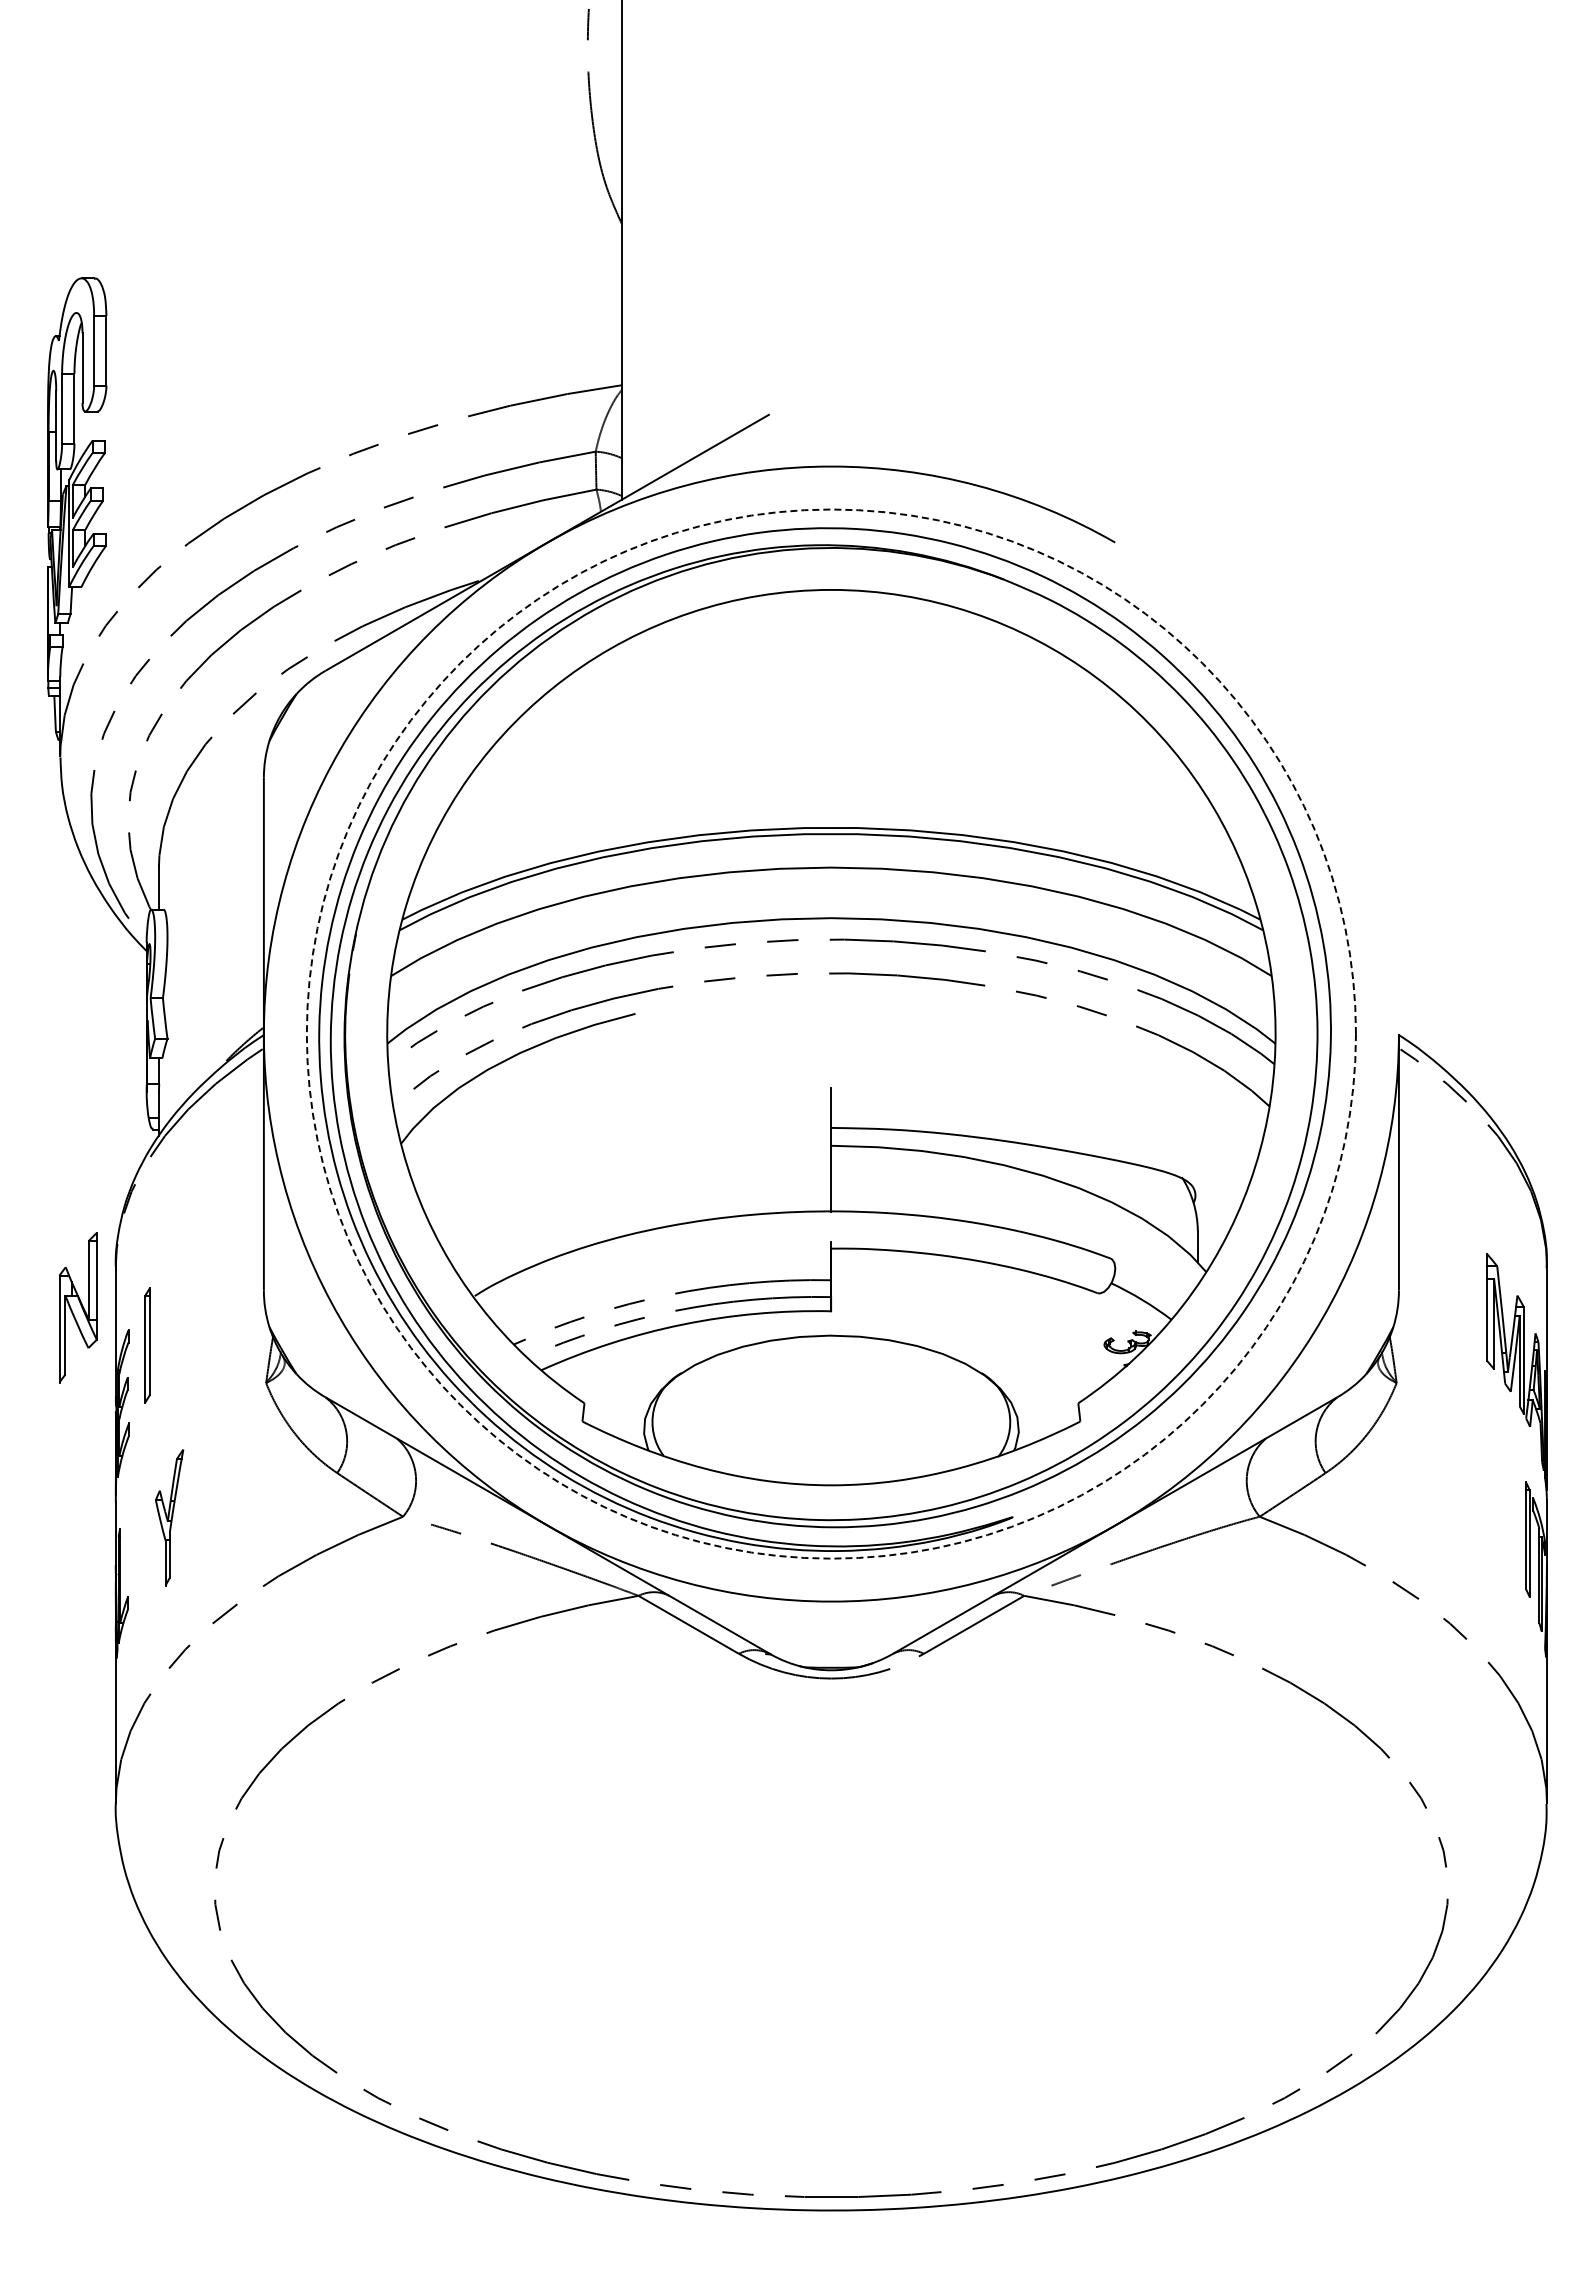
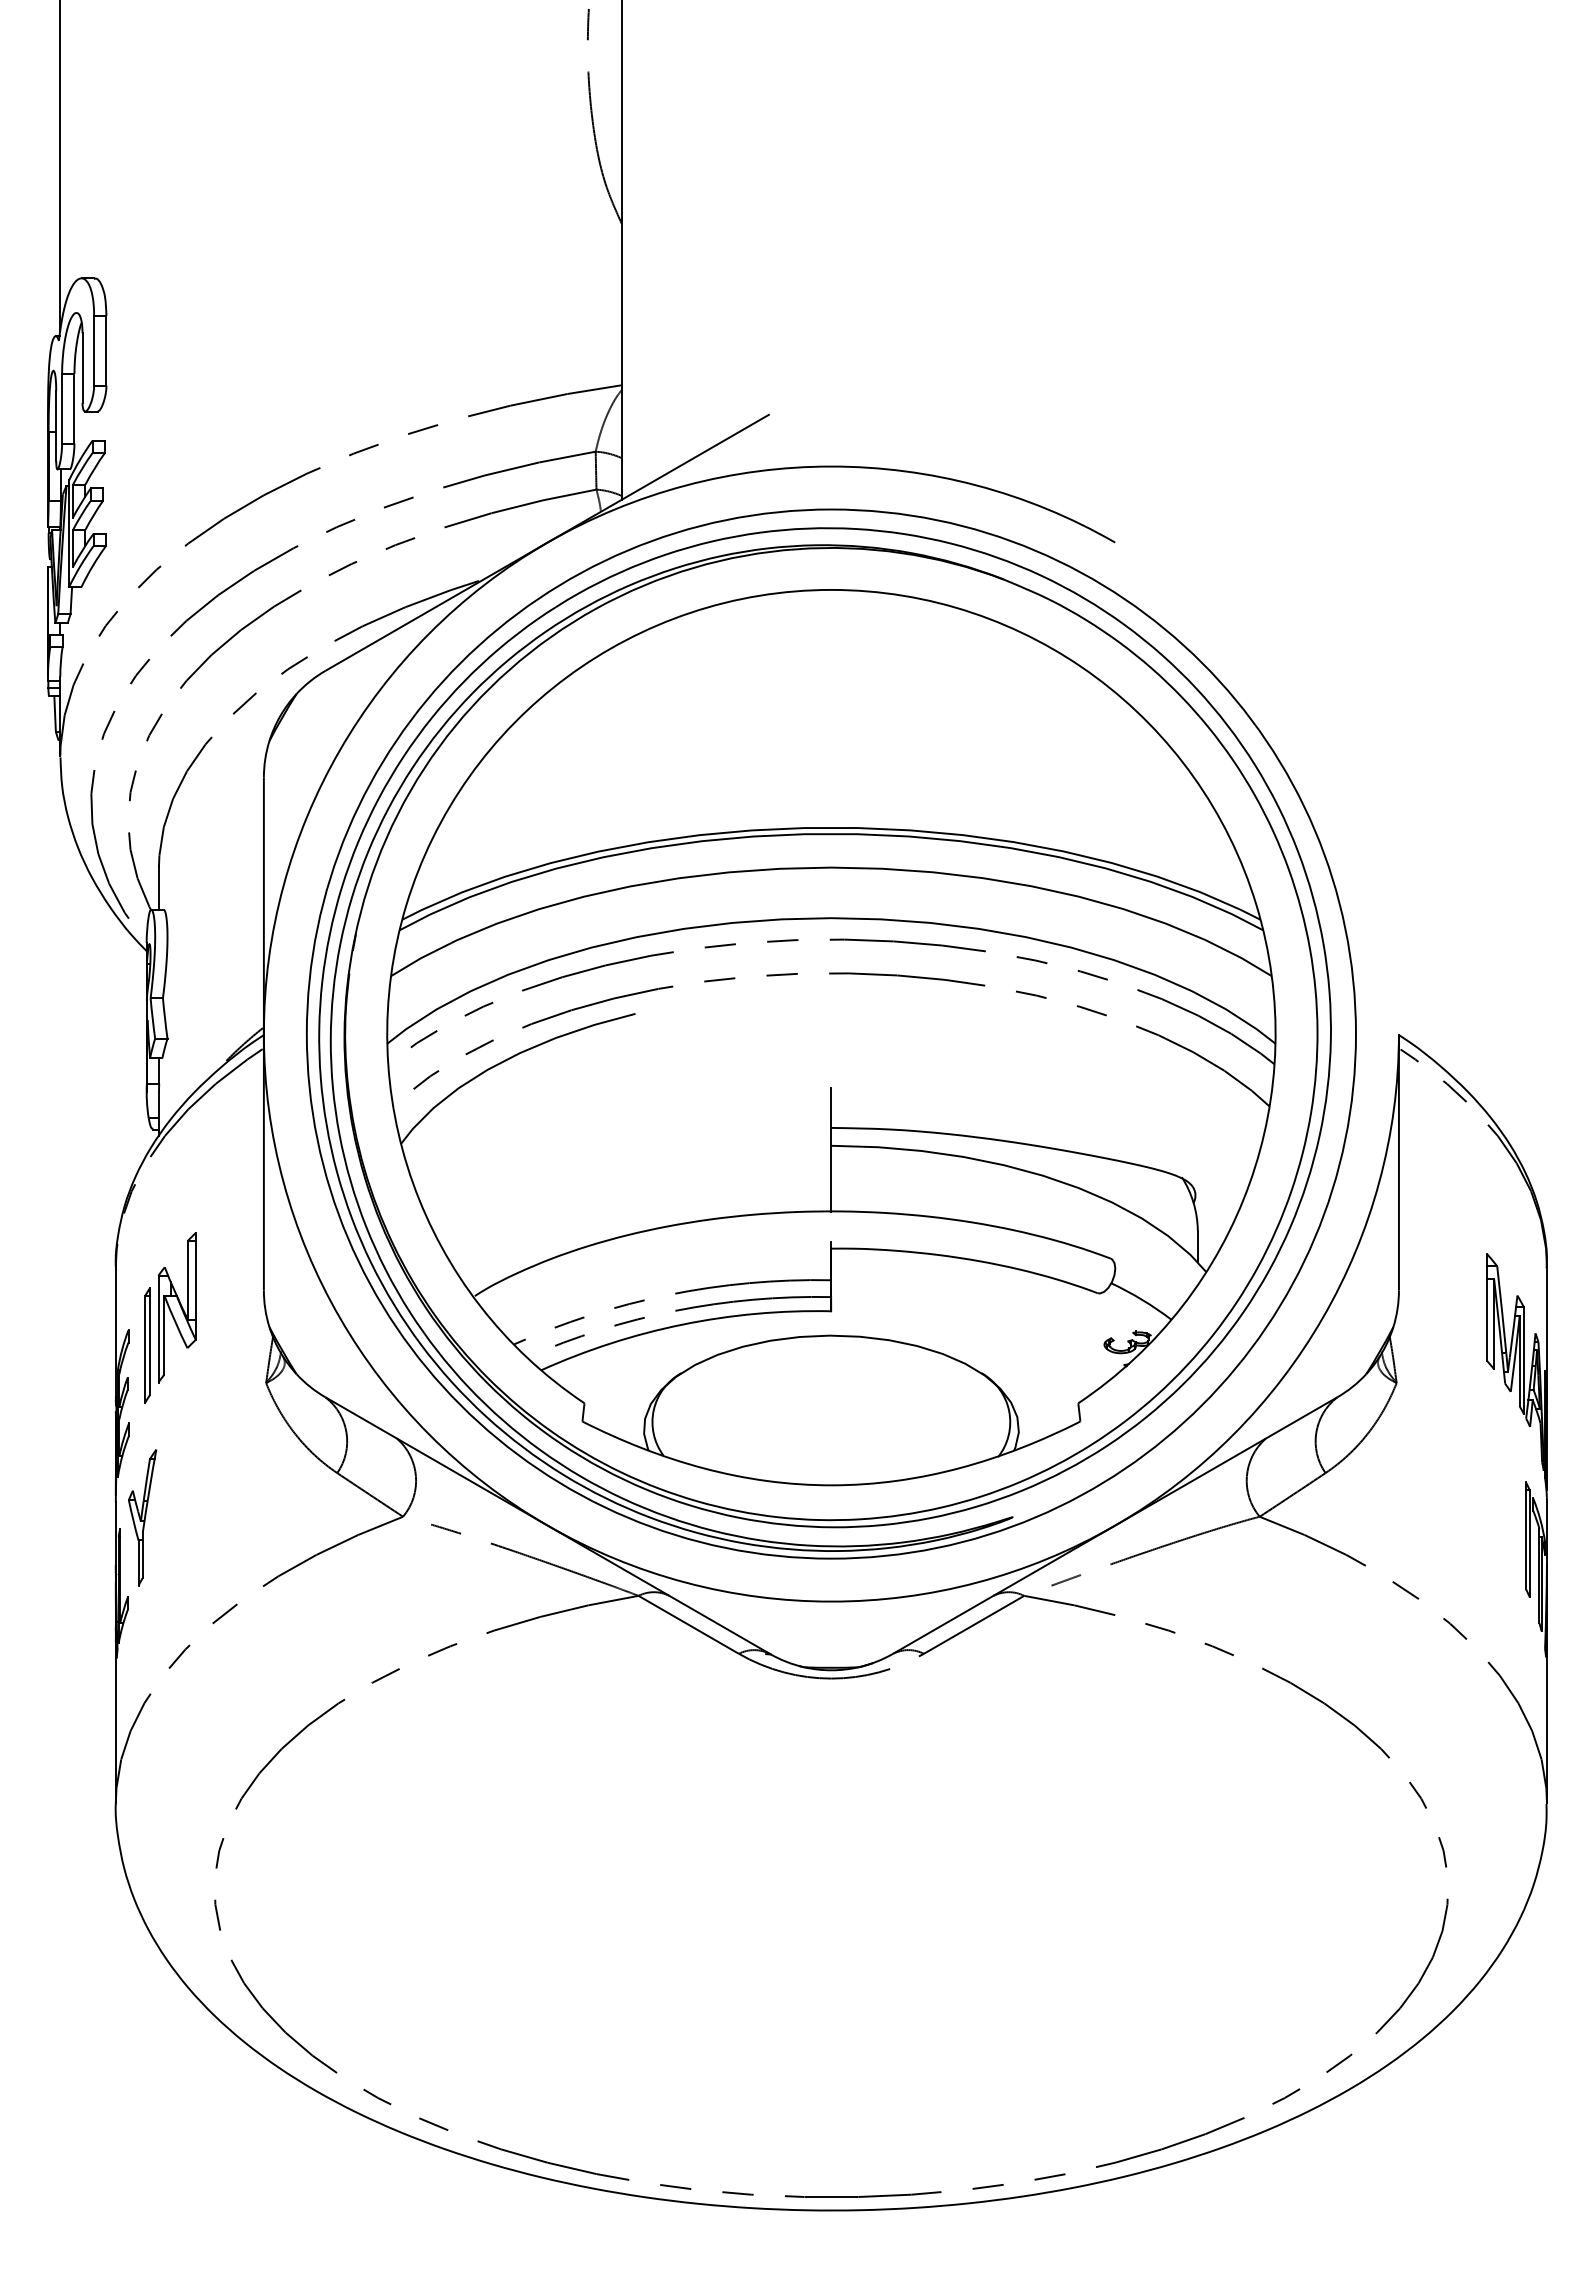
line at (60, 166): none -> present
circle at (830, 1033): dashed -> solid
part at (78, 1307) position: (78, 1307) -> (177, 1307)
part at (169, 1517) position: (169, 1517) -> (142, 1517)
